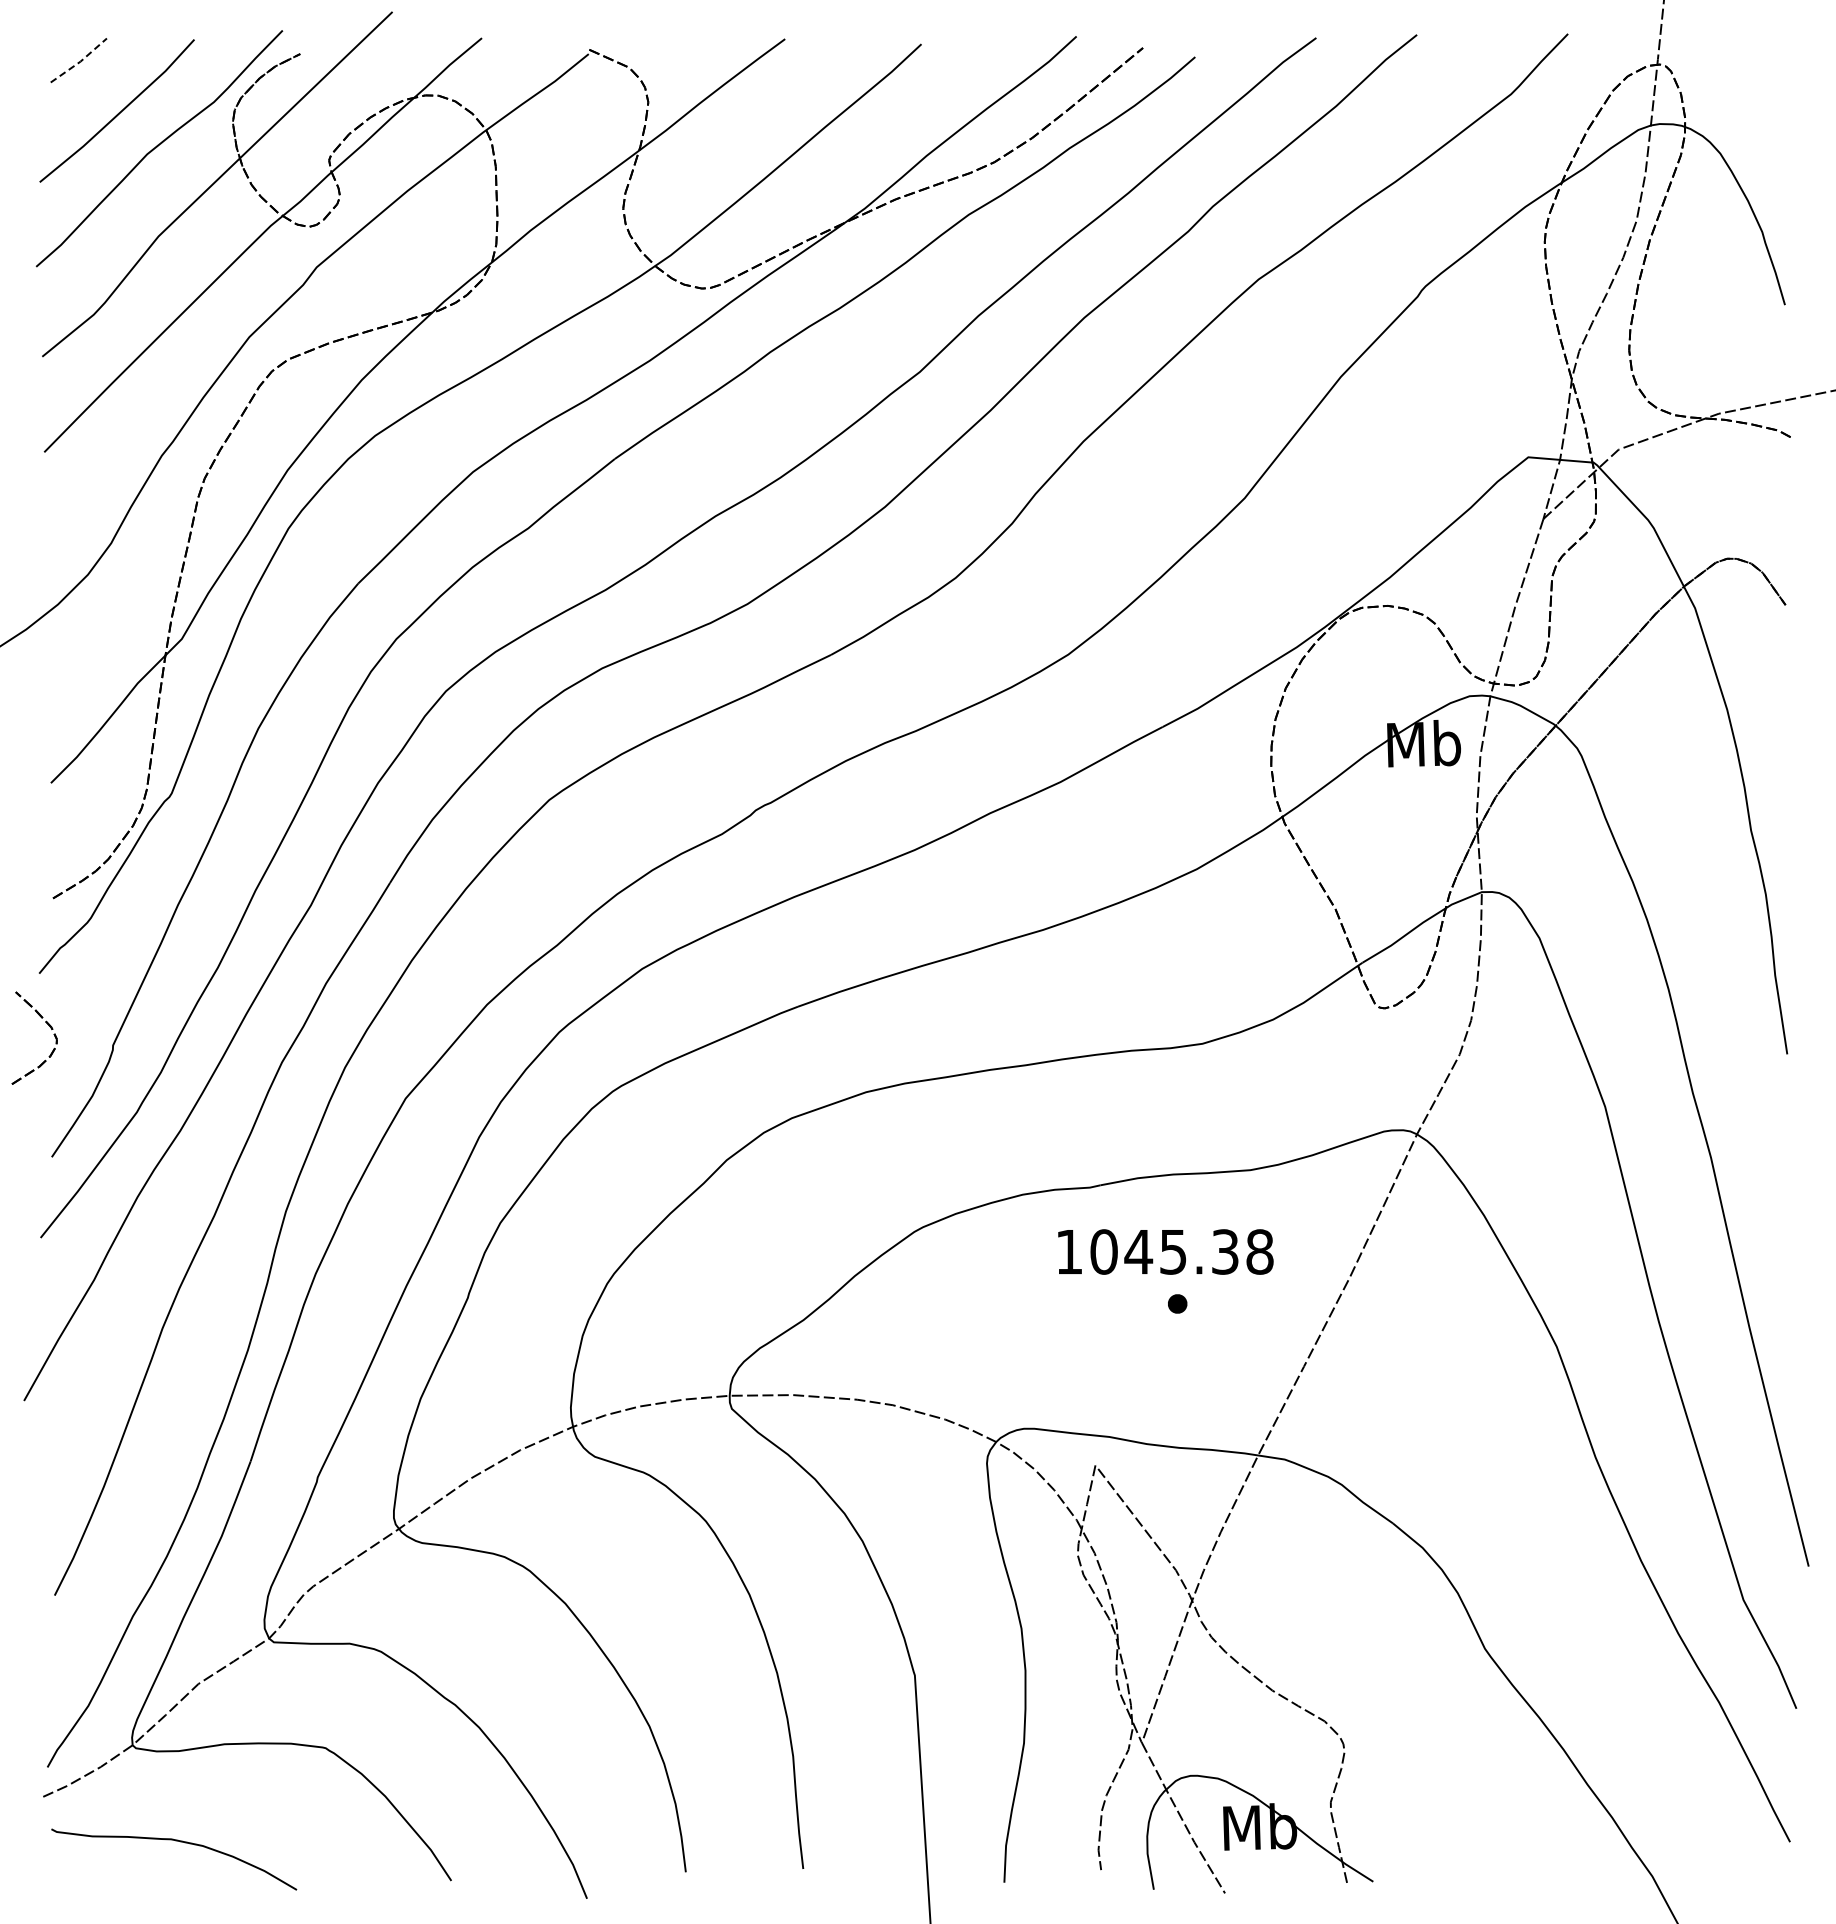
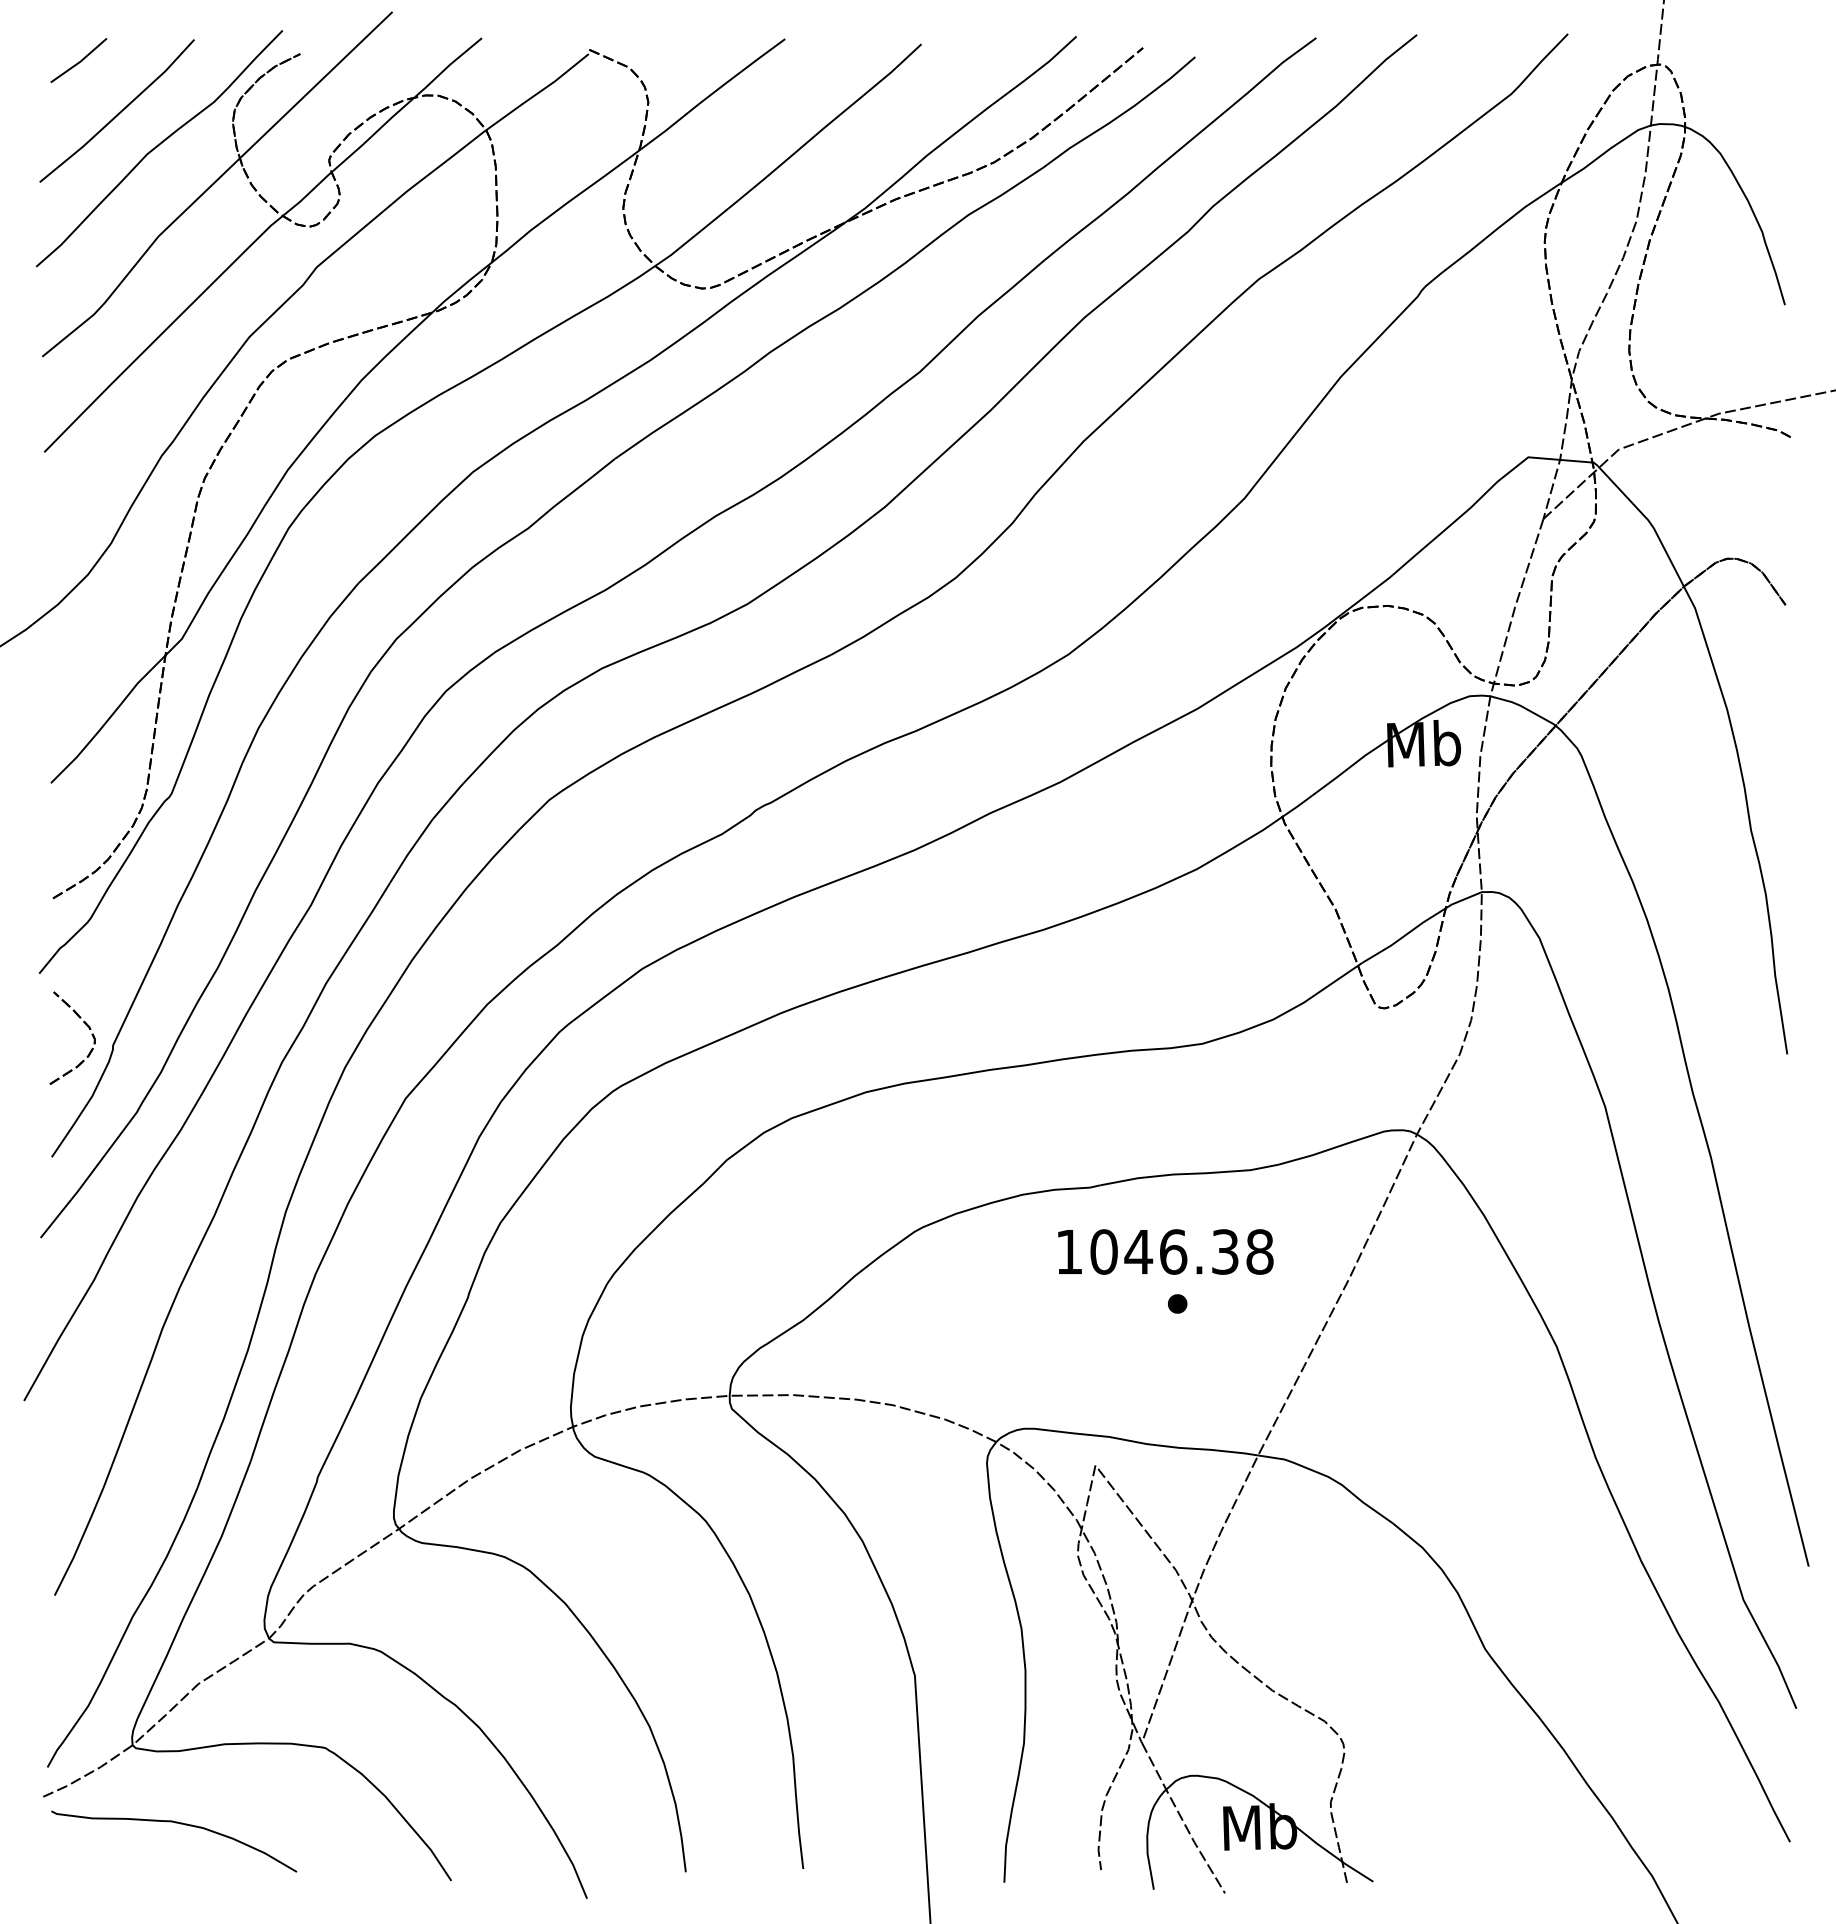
line at (80, 61): dashed -> solid
part at (50, 1028) position: (50, 1028) -> (88, 1028)
text at (1173, 1251): 1045.38 -> 1046.38
curve at (175, 1841) position: (175, 1841) -> (175, 1823)
